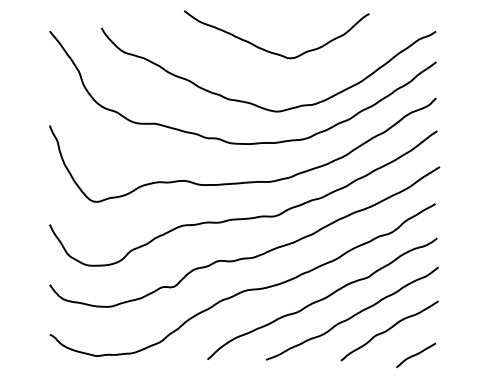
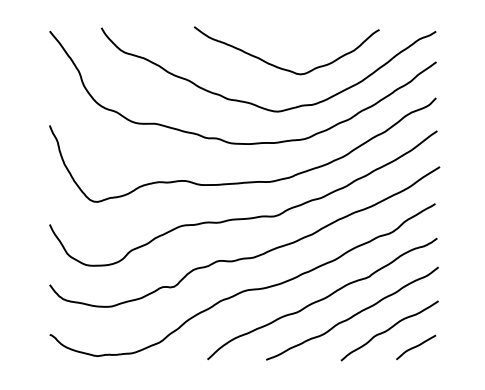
curve at (271, 51) position: (271, 51) -> (281, 67)
curve at (416, 355) position: (416, 355) -> (416, 347)
